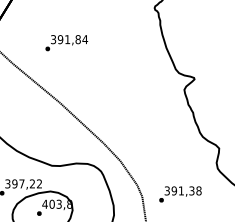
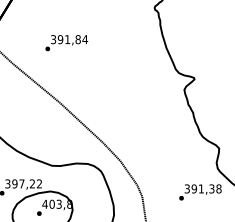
text at (180, 194) position: (180, 194) -> (200, 192)
